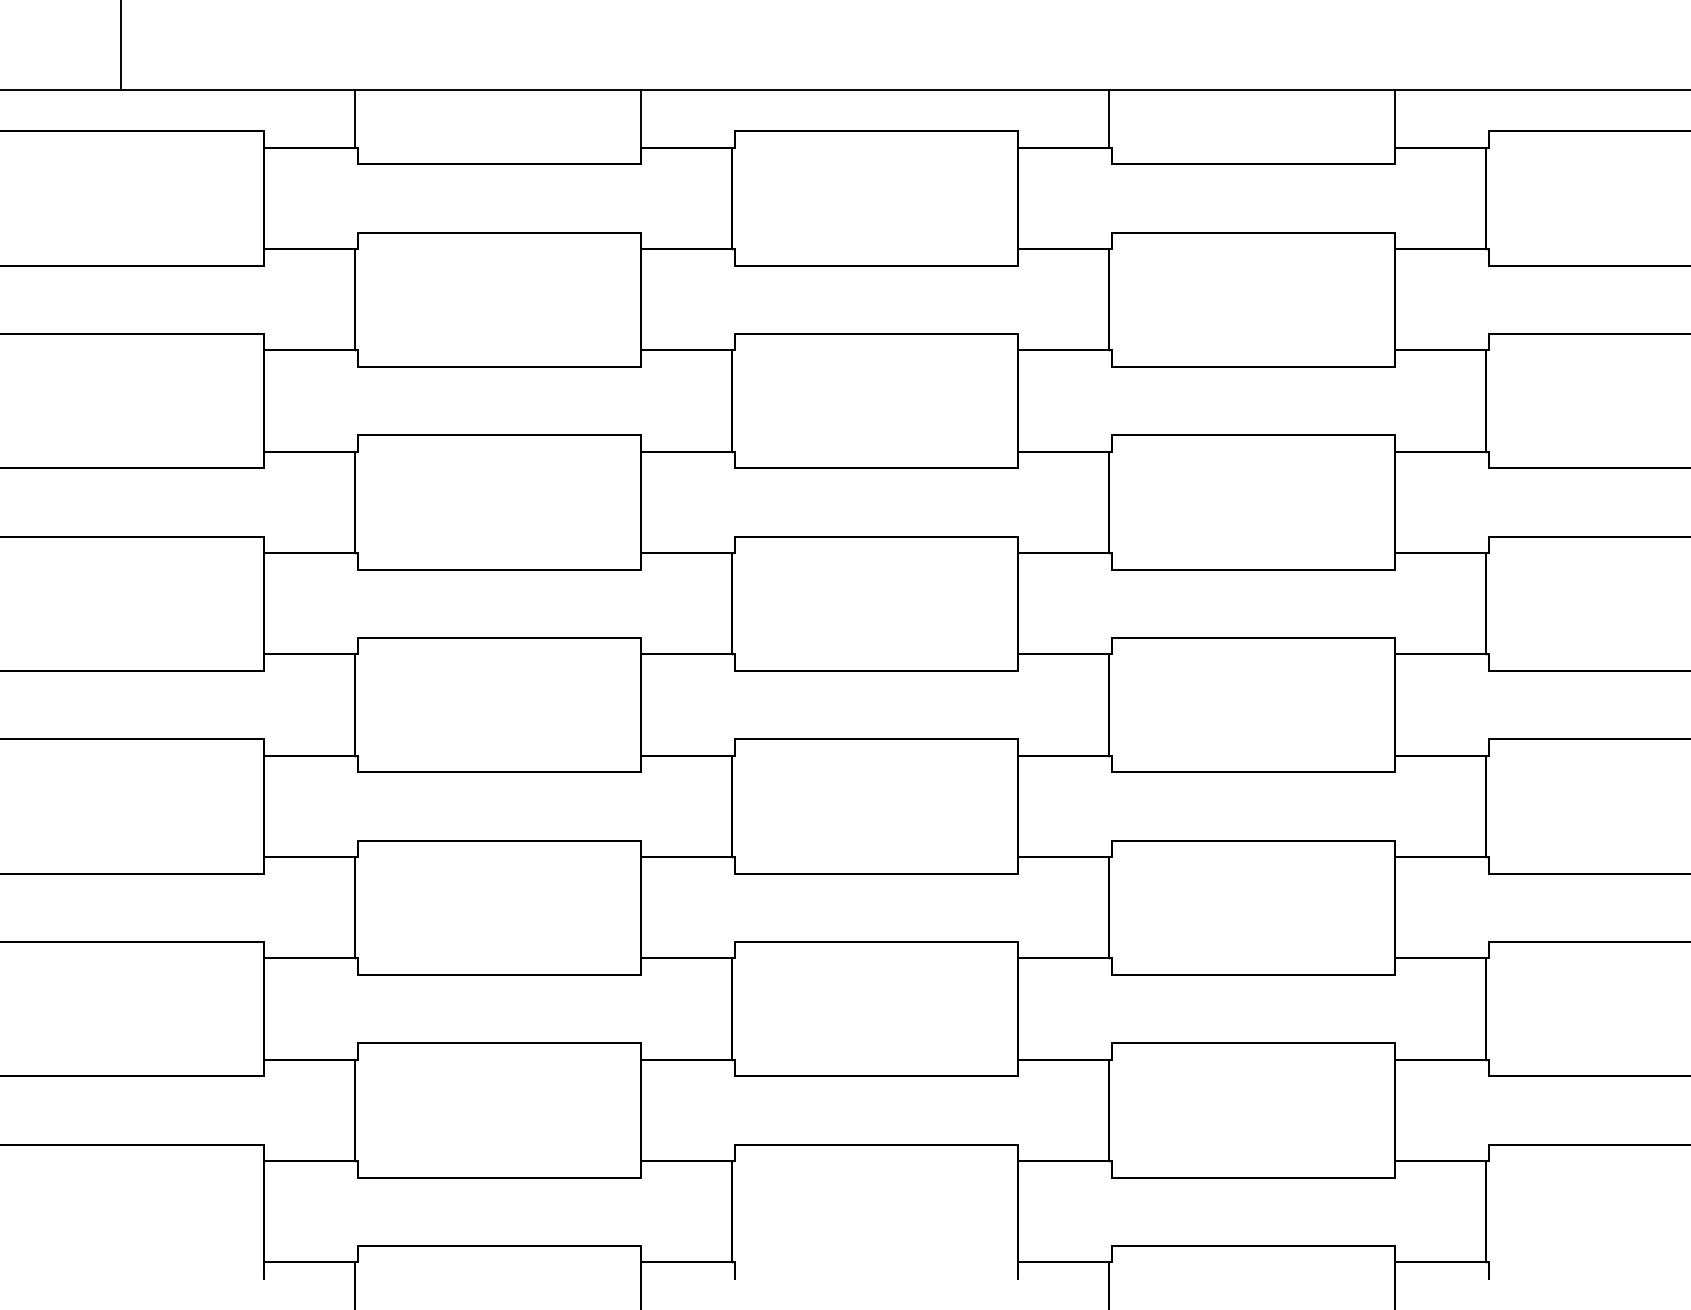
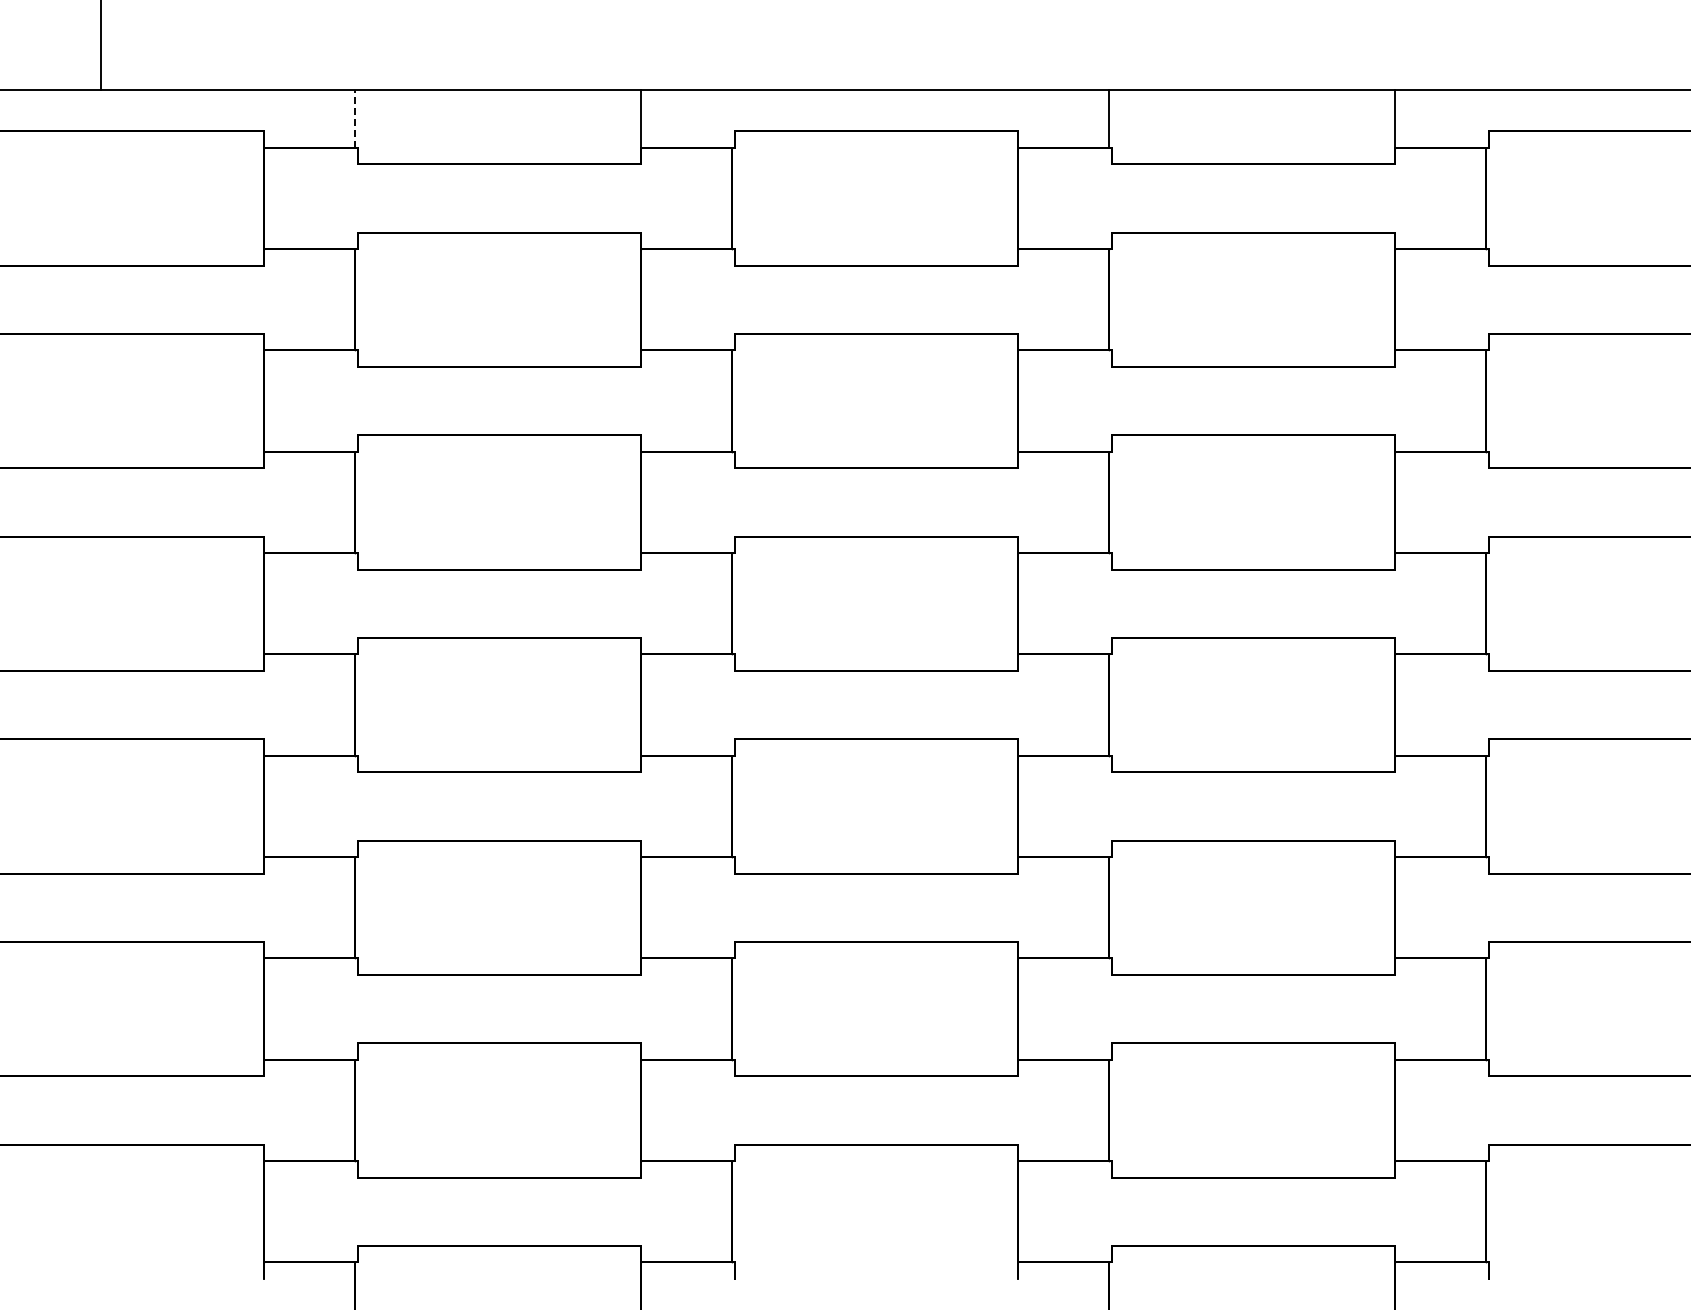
line at (120, 46) position: (120, 46) -> (100, 46)
line at (354, 118): solid -> dashed
